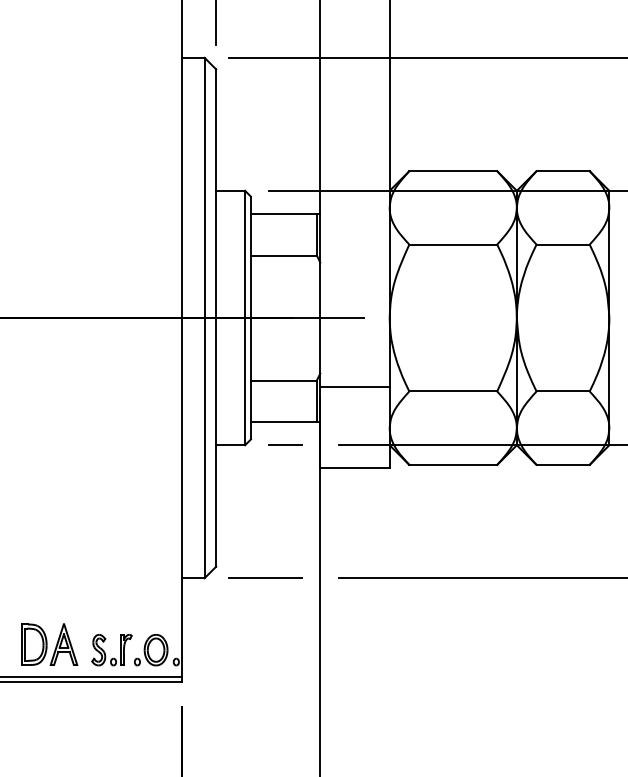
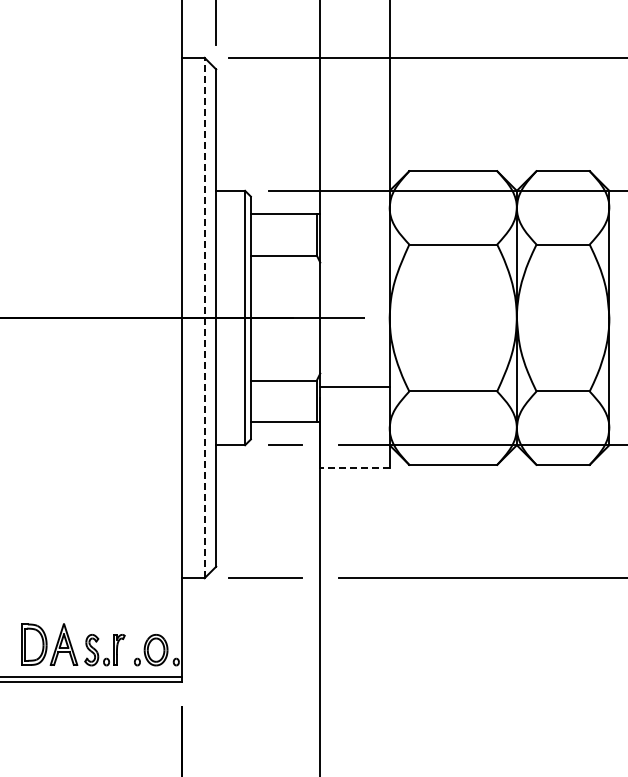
line at (204, 317): solid -> dashed
line at (354, 468): solid -> dashed
part at (105, 652) position: (105, 652) -> (98, 652)
